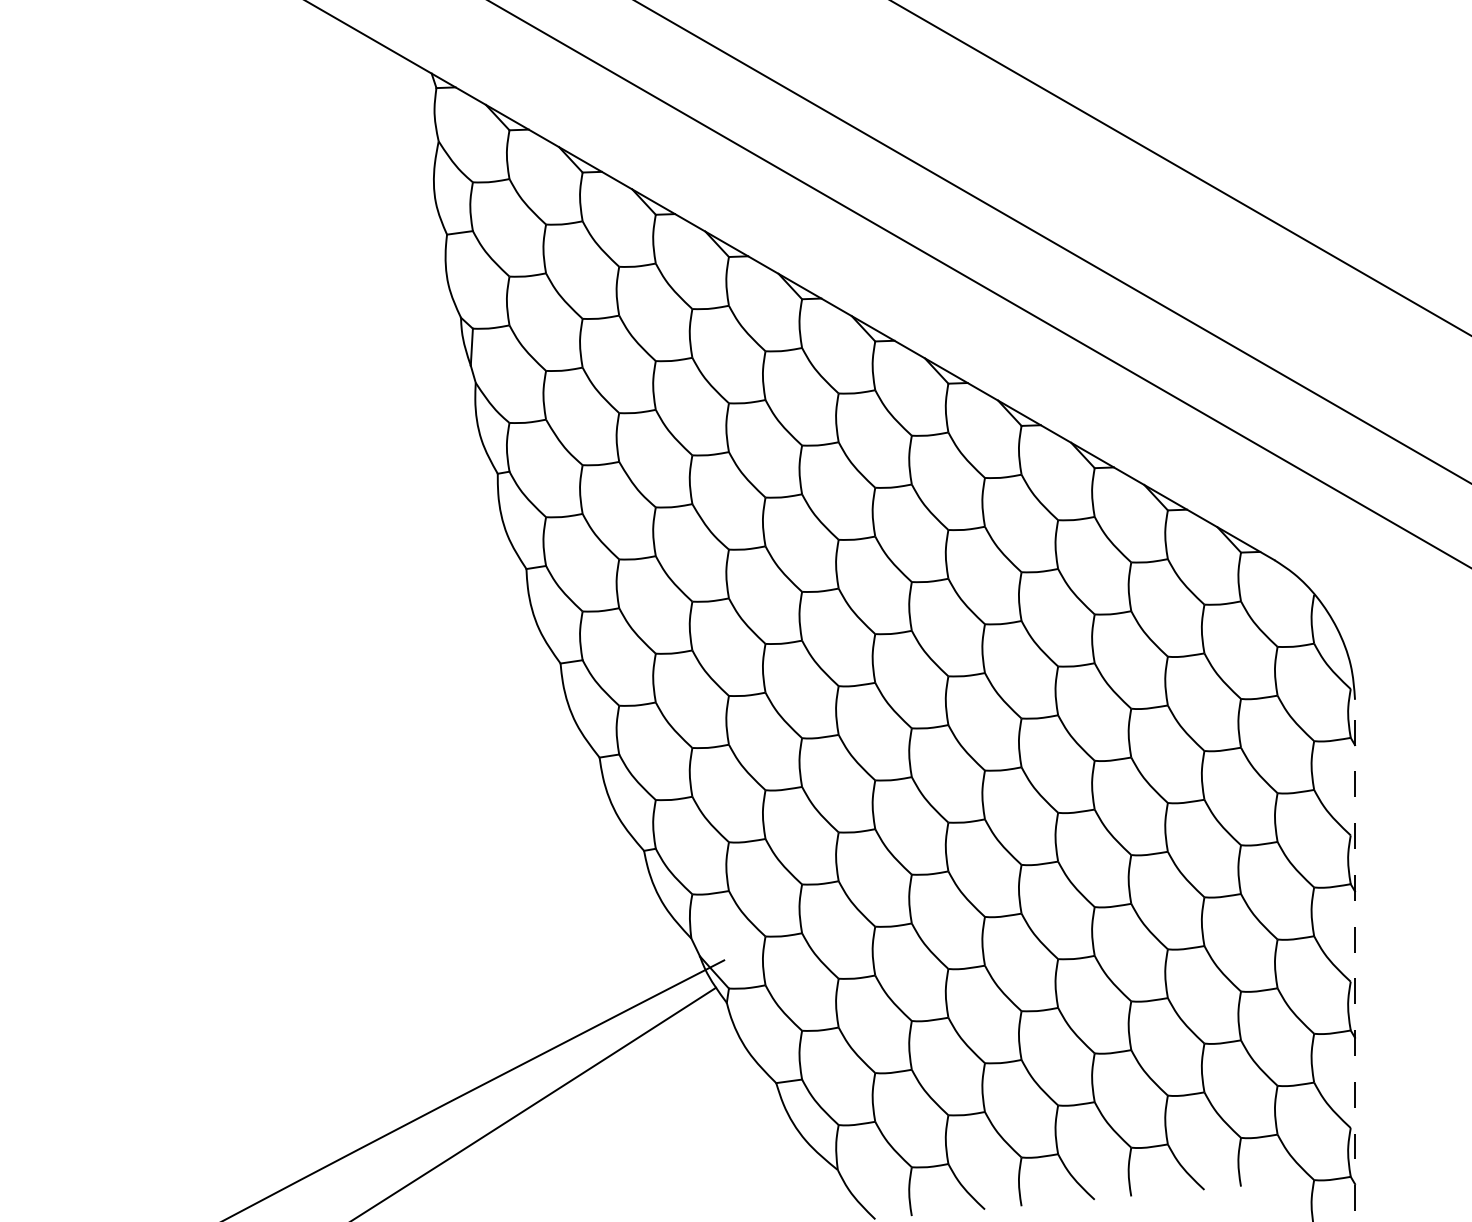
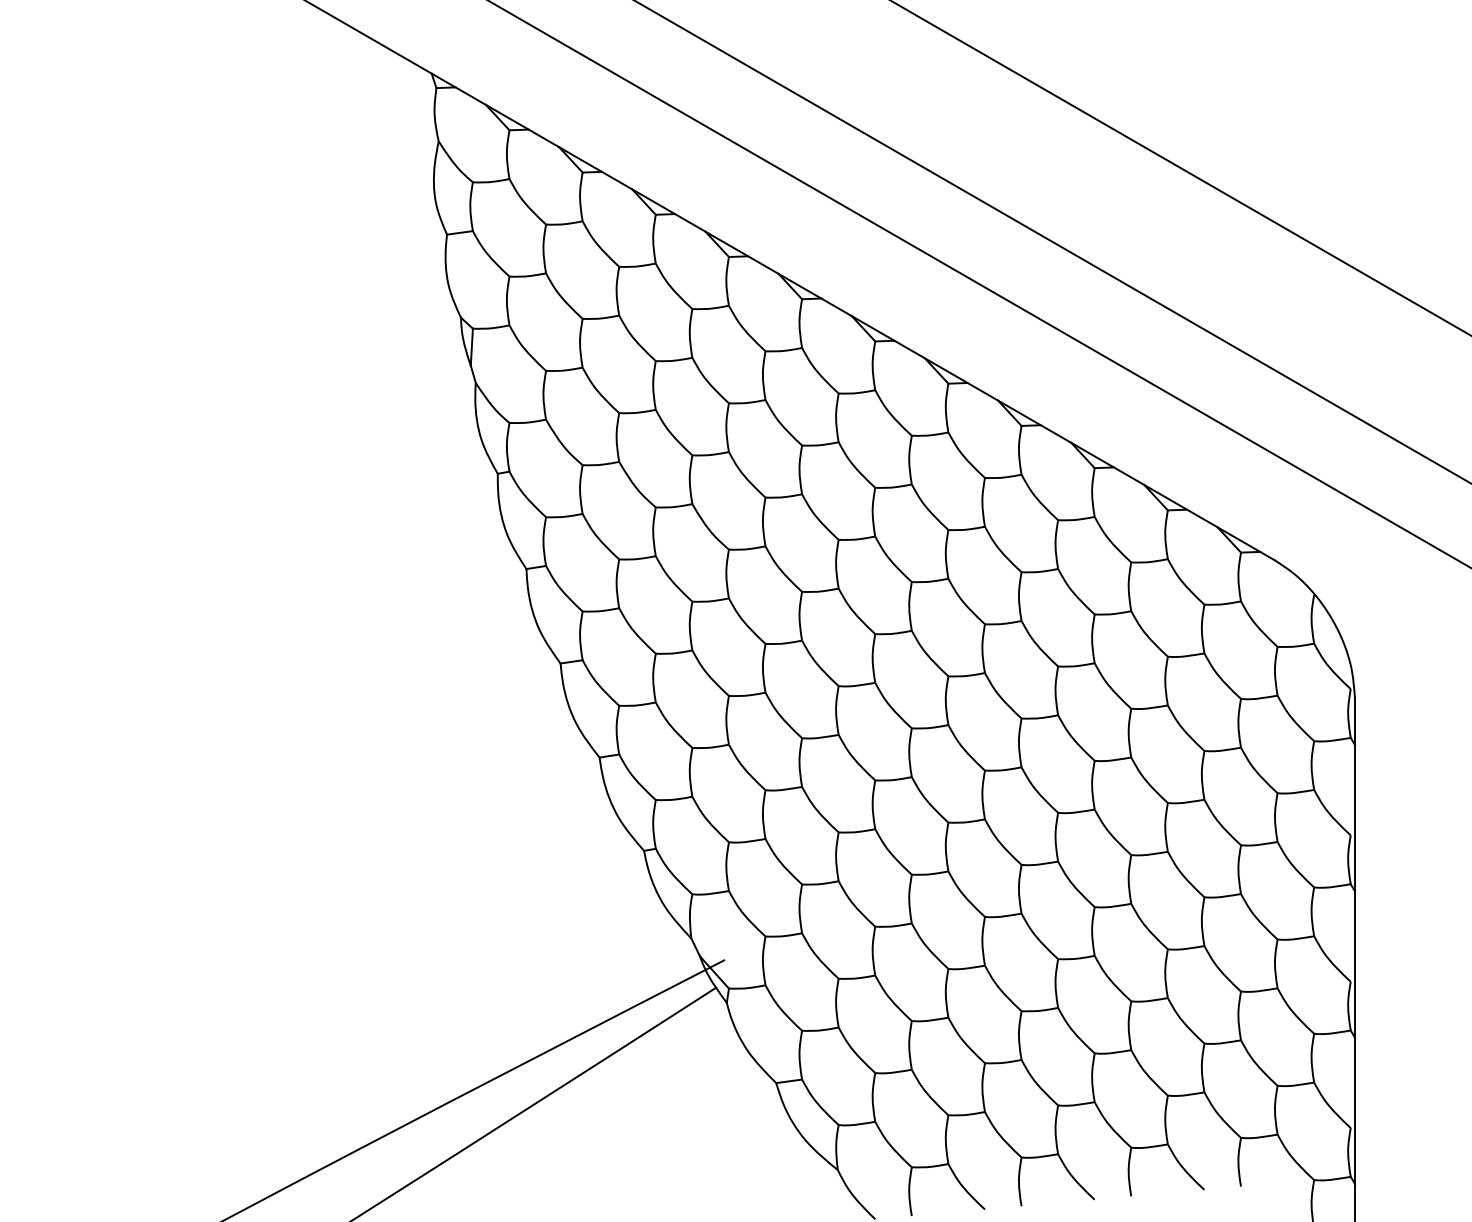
line at (1355, 960): dashed -> solid
